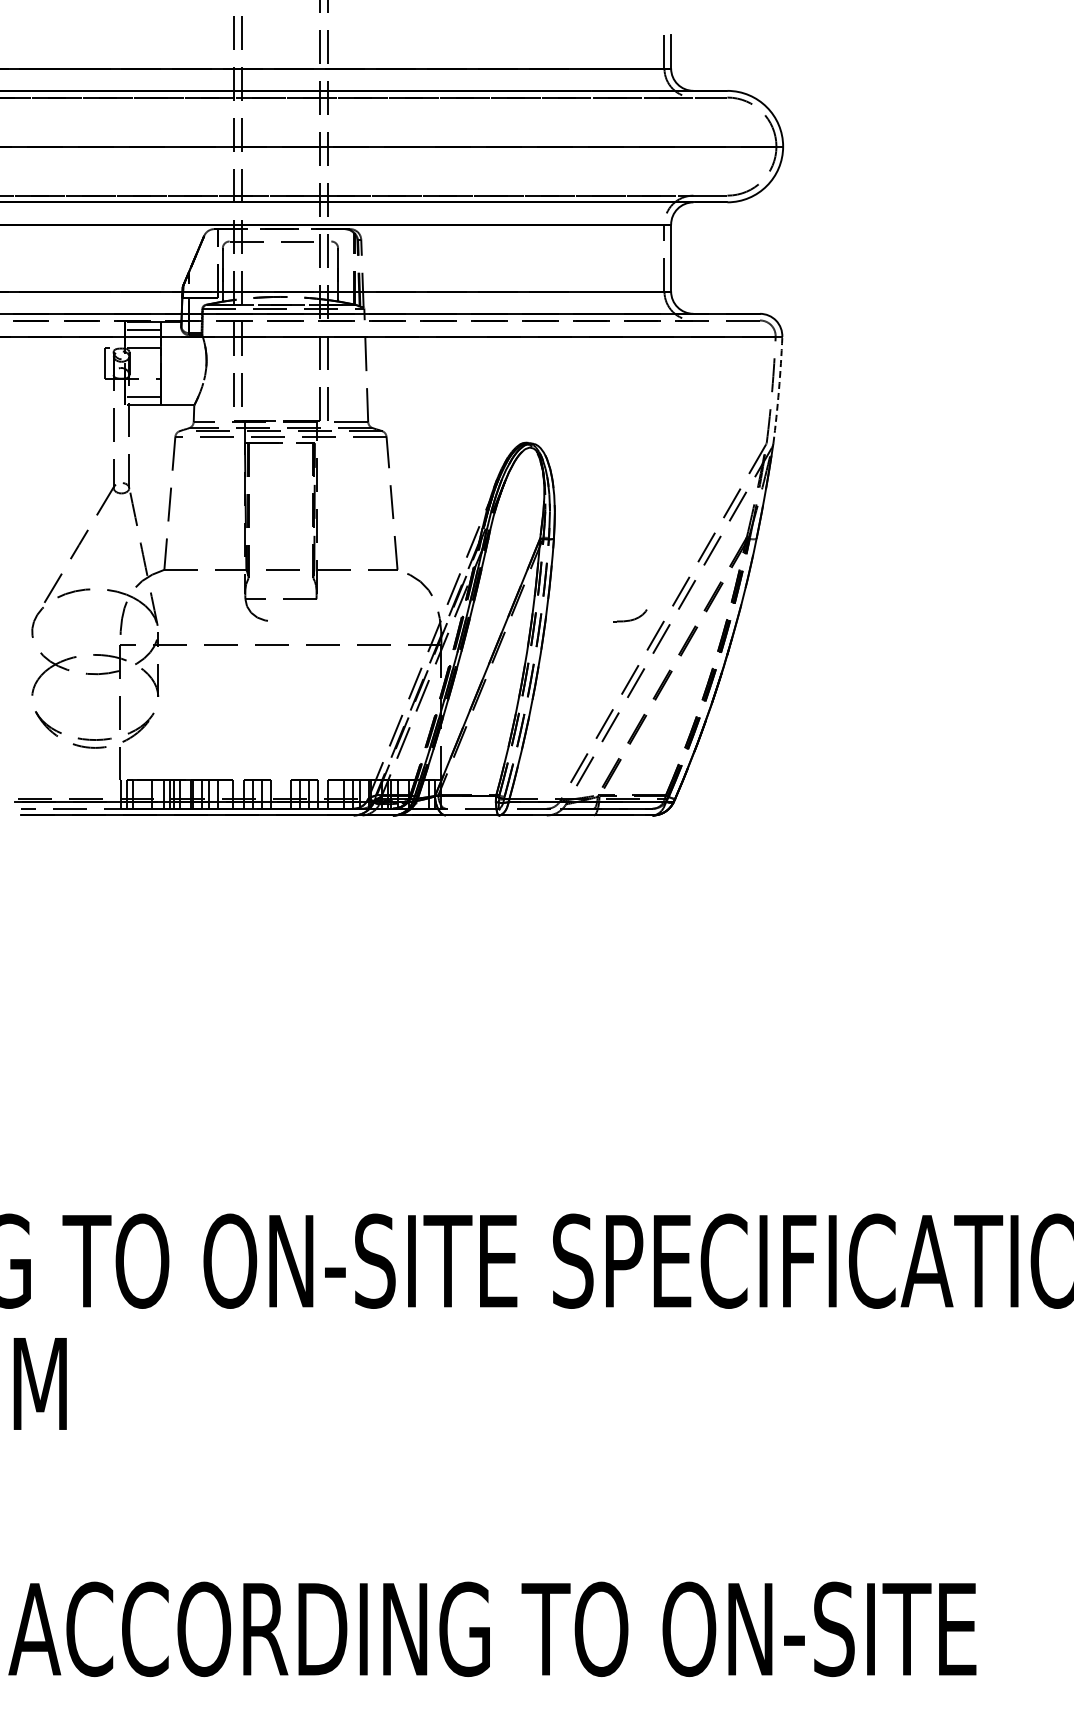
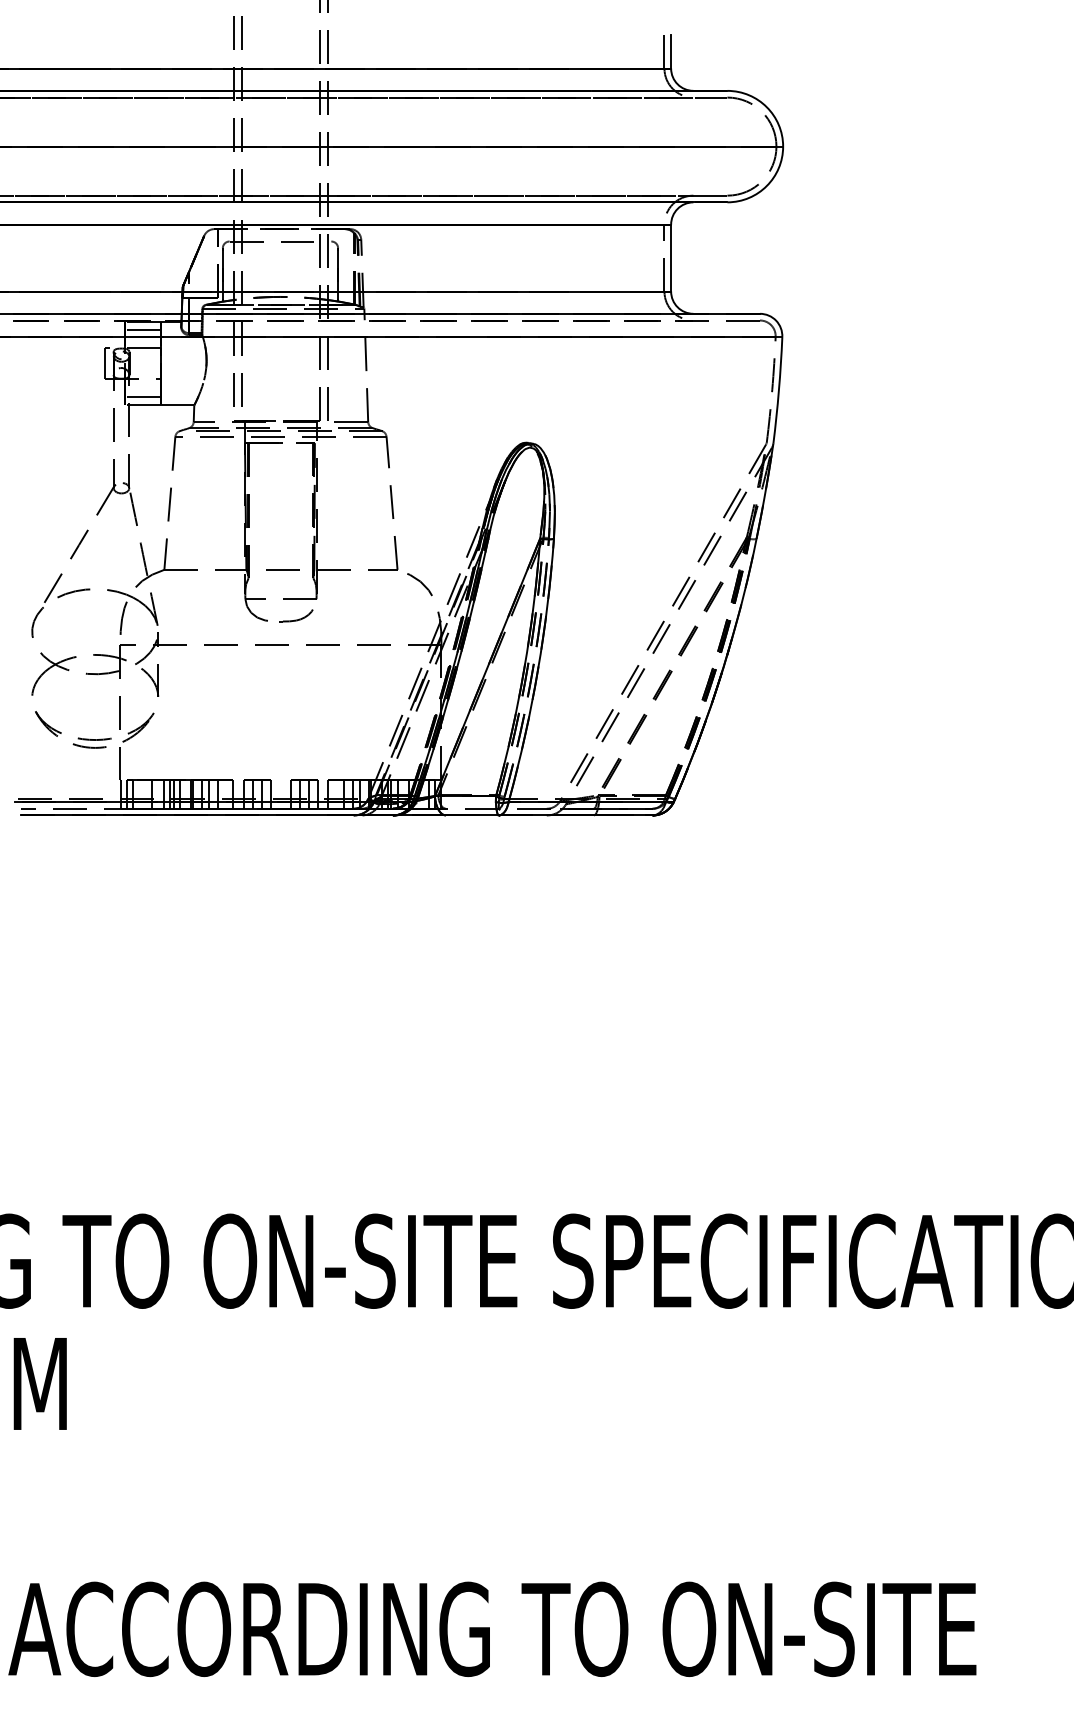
arc at (778, 390): dashed -> solid
part at (630, 615) position: (630, 615) -> (296, 615)
